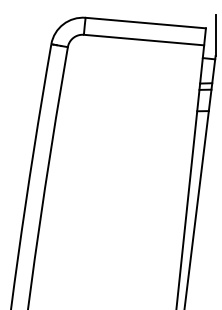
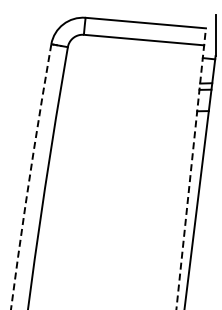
line at (191, 168): solid -> dashed
arc at (29, 177): solid -> dashed
